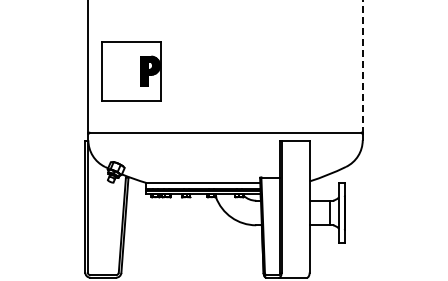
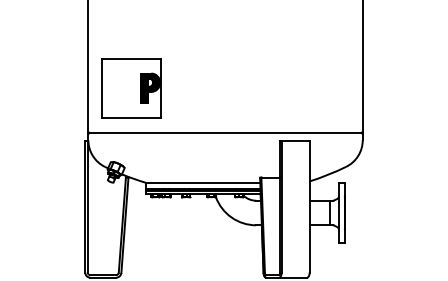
line at (362, 66): dashed -> solid
part at (131, 71) position: (131, 71) -> (131, 88)
